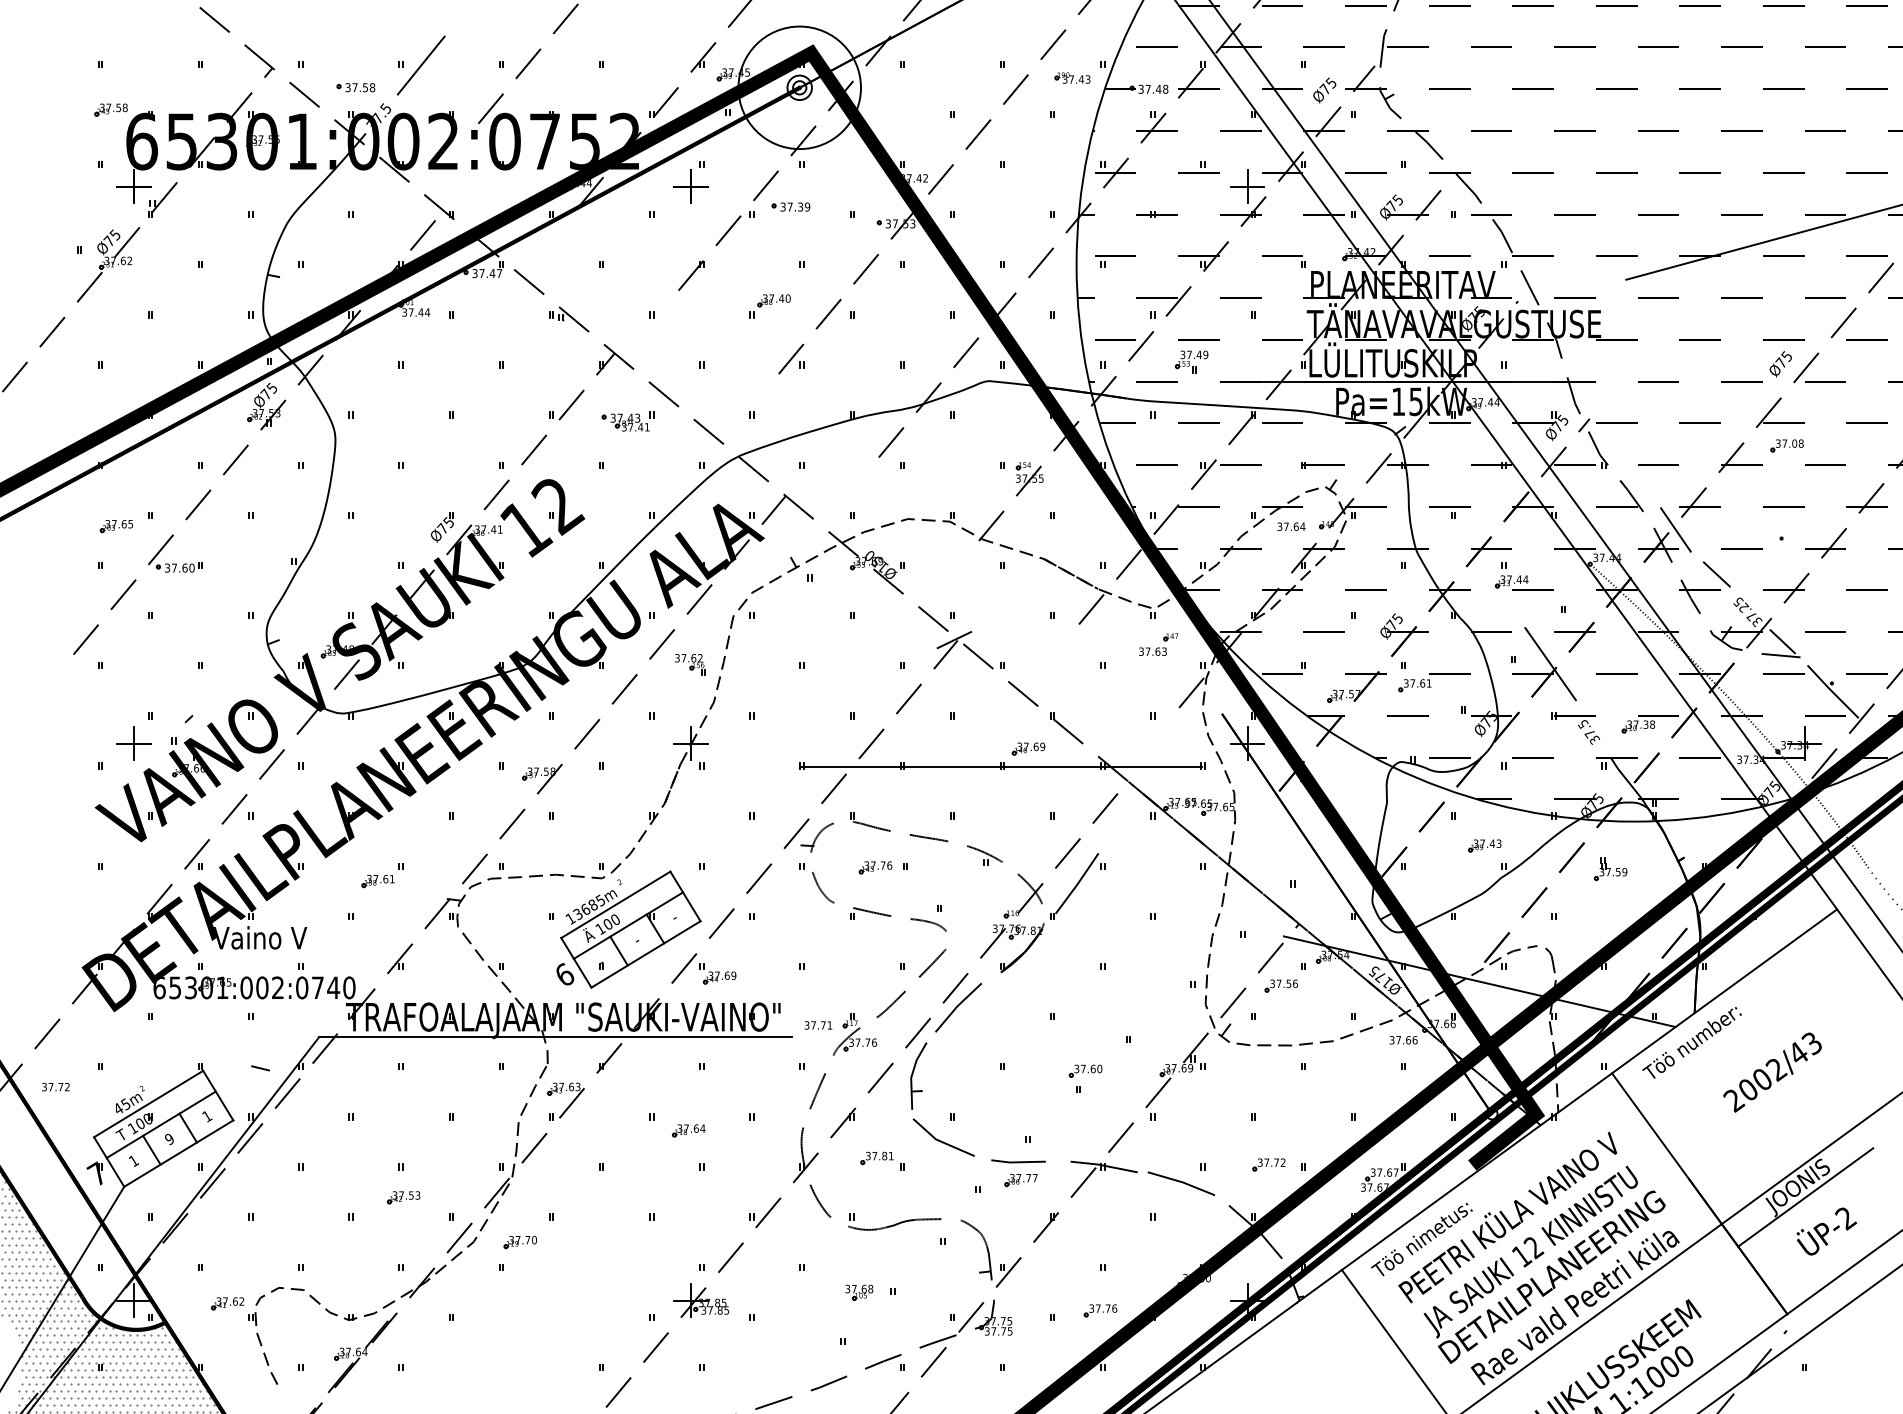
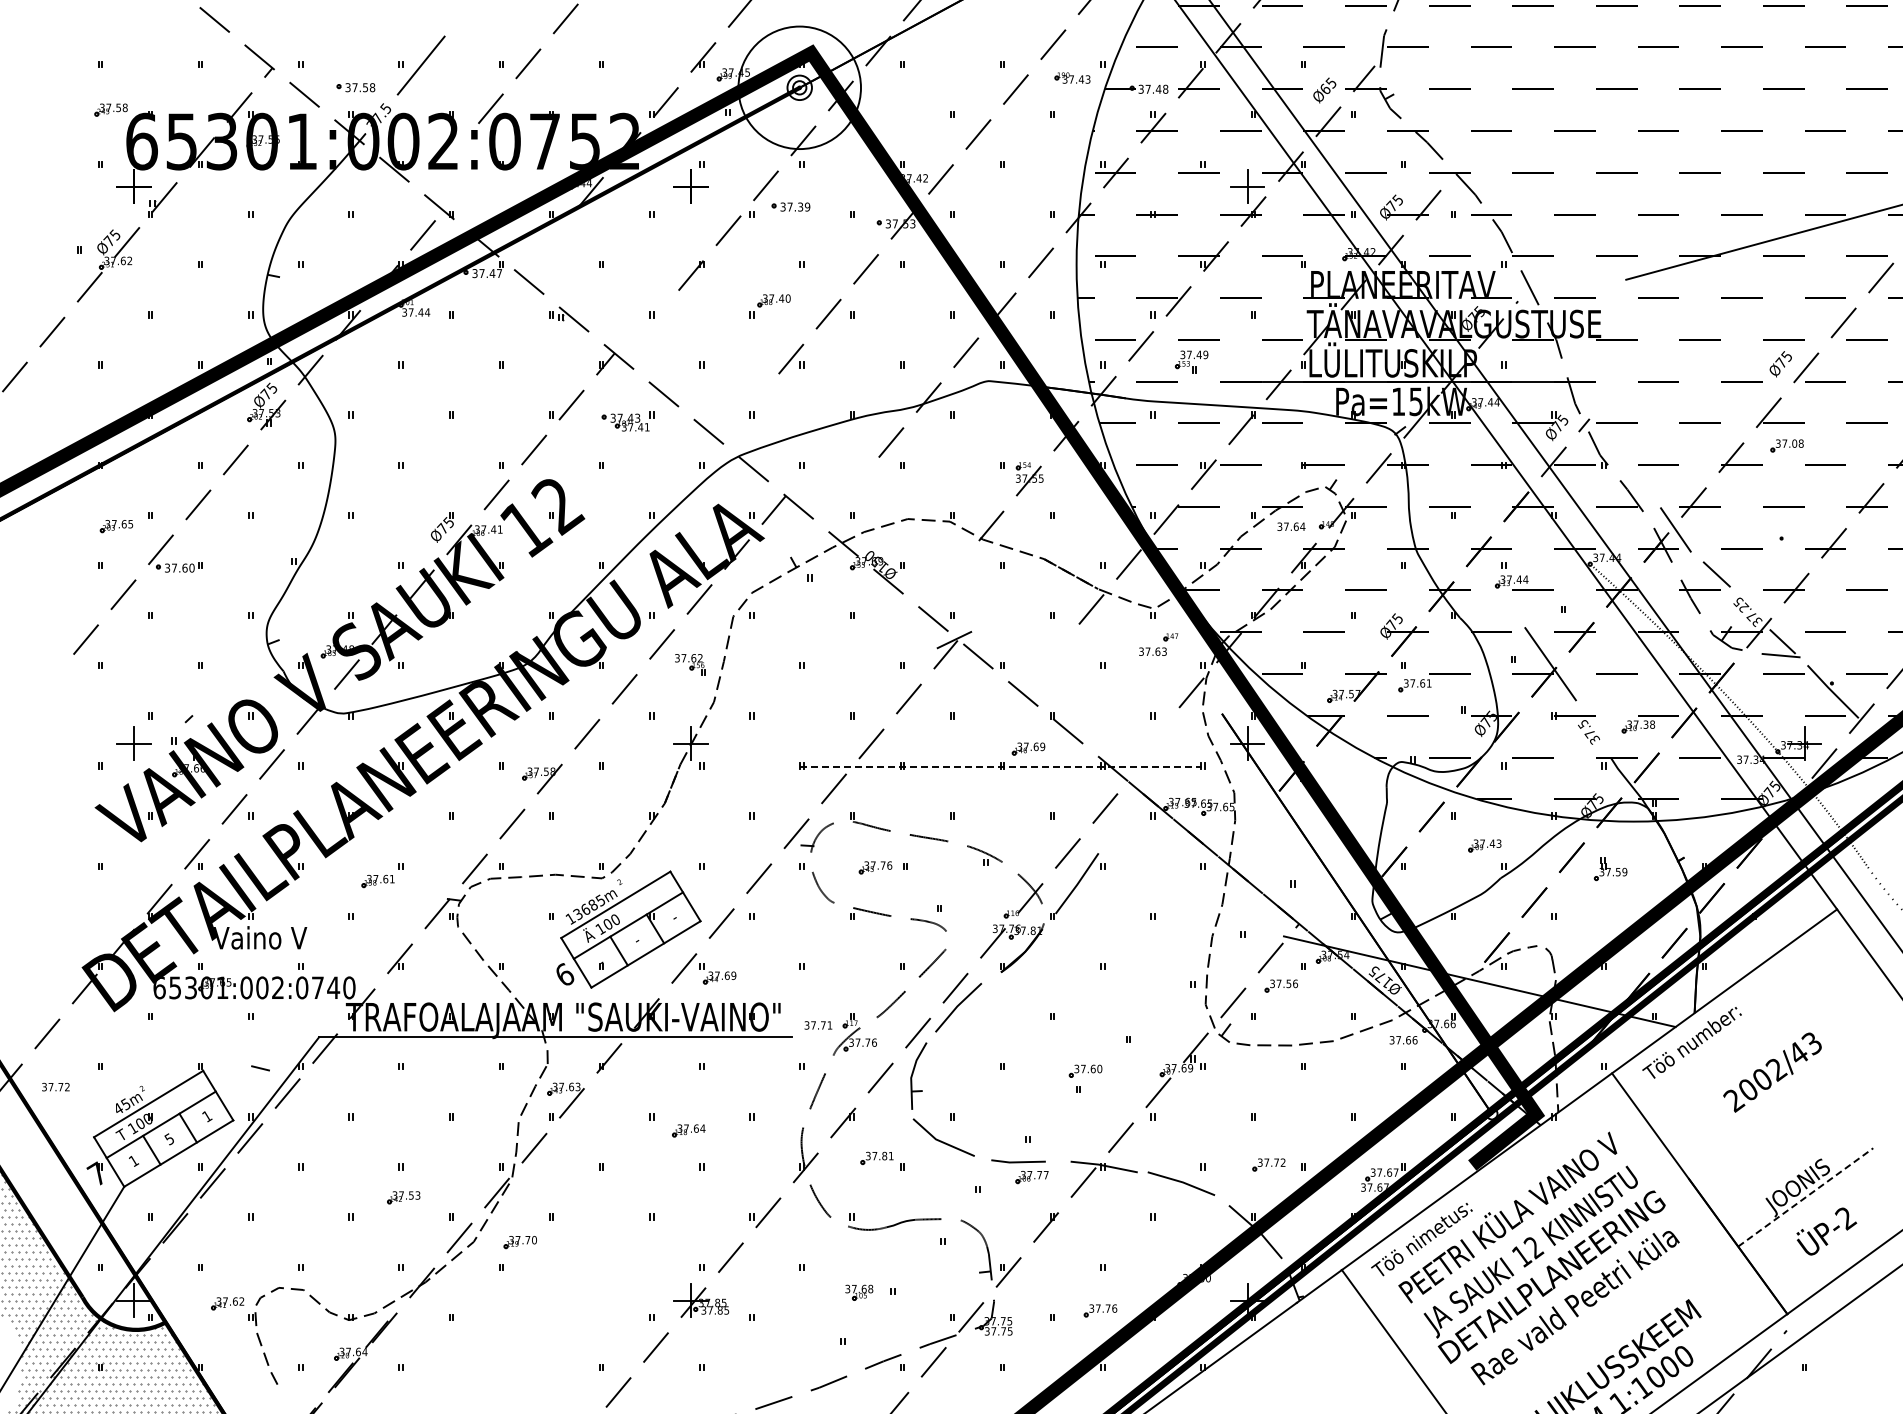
text at (1324, 88): Ø75 -> Ø65
line at (1001, 767): solid -> dashed
text at (168, 1139): 9 -> 5
part at (1020, 1180) position: (1020, 1180) -> (1031, 1177)
line at (1805, 1197): solid -> dashed
line at (1682, 1252): present -> none
